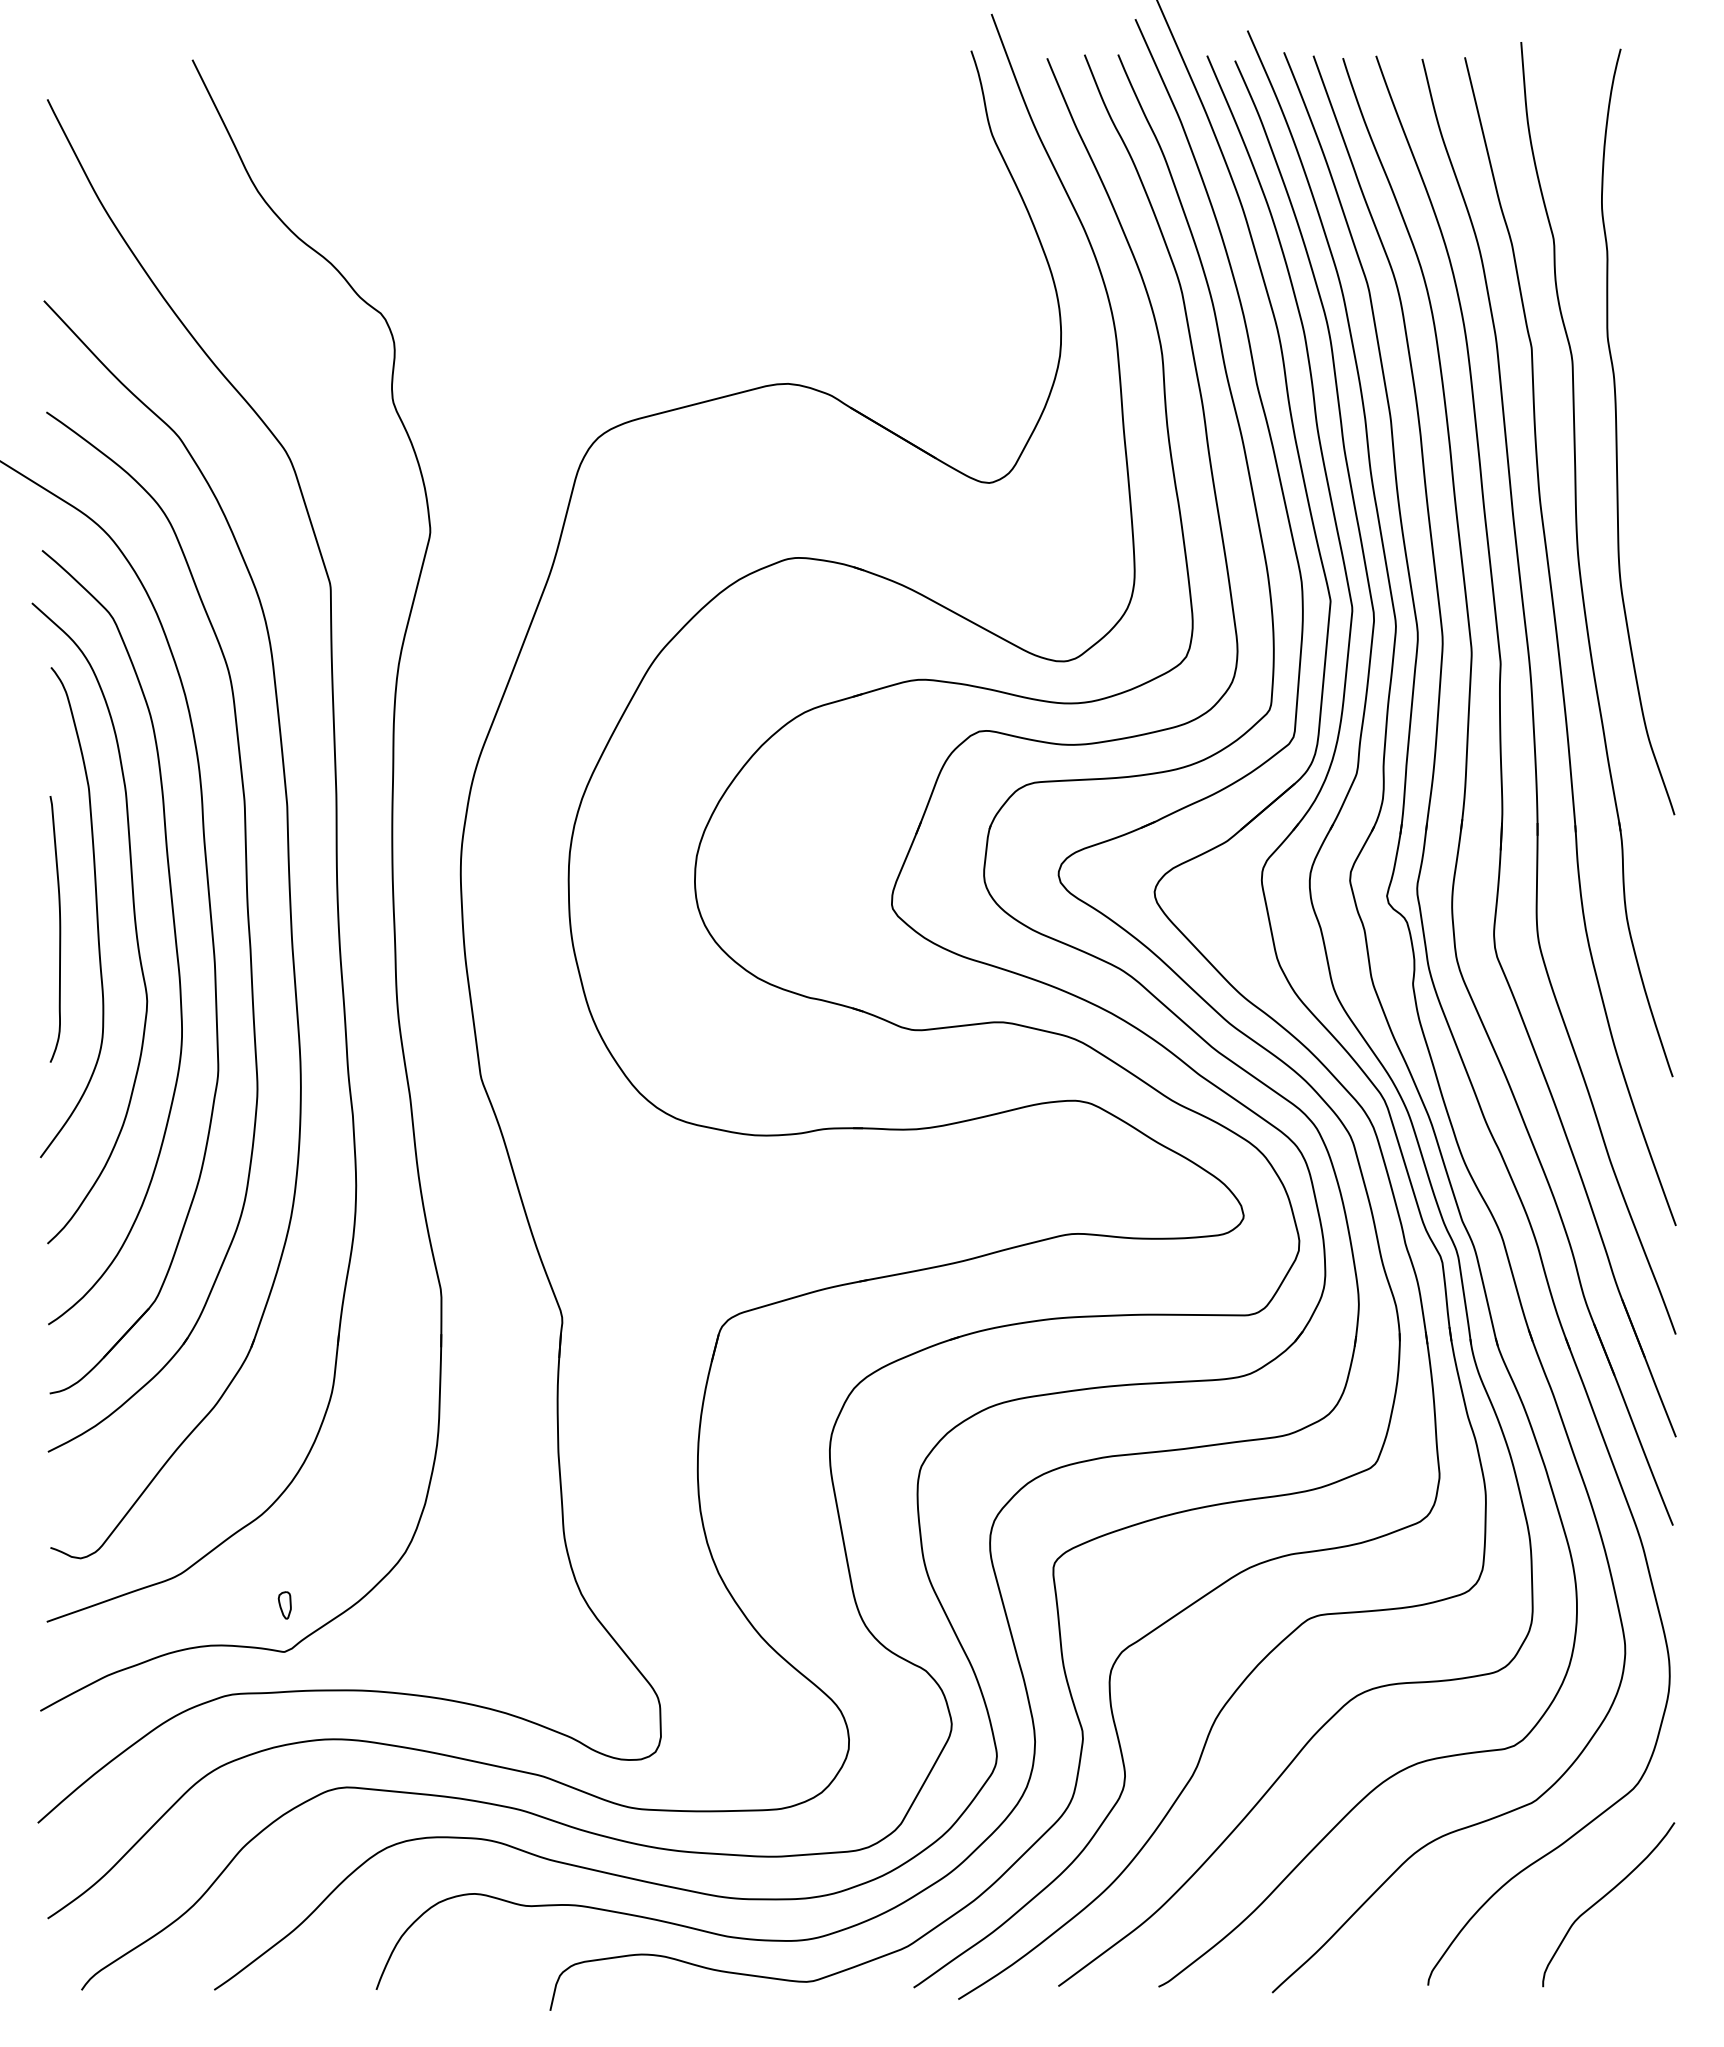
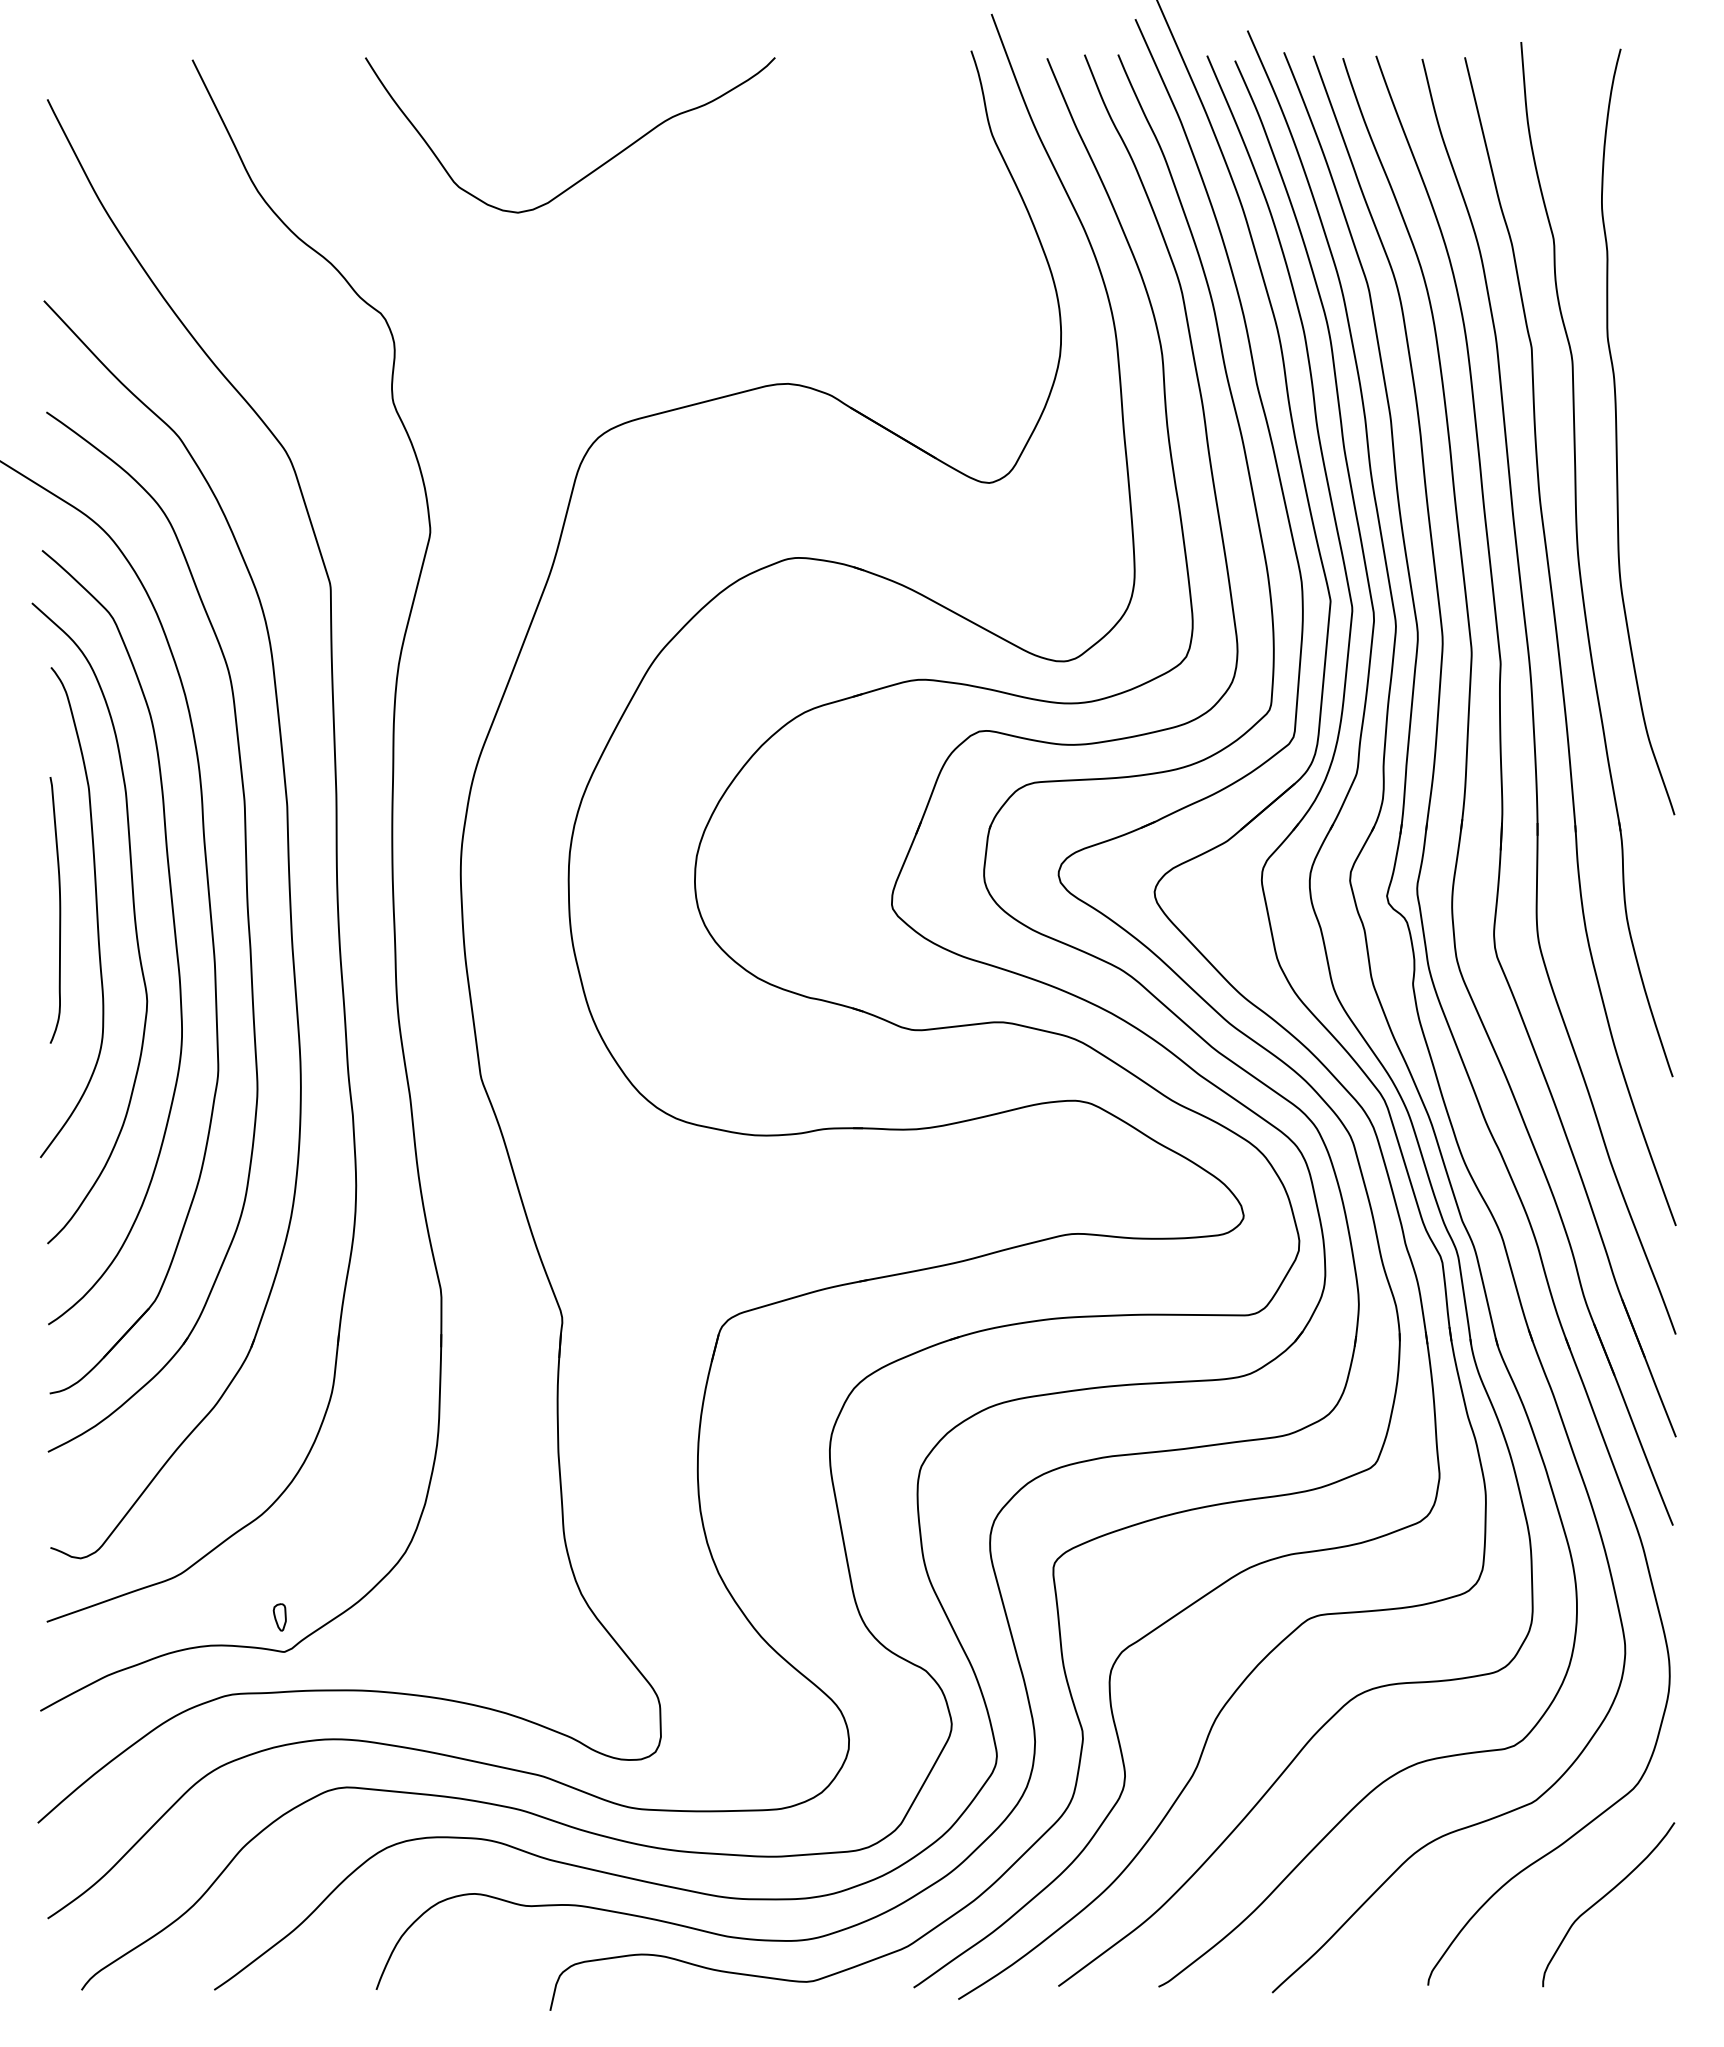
curve at (595, 168): none -> present
curve at (59, 929) position: (59, 929) -> (59, 910)
part at (284, 1605) position: (284, 1605) -> (279, 1617)
